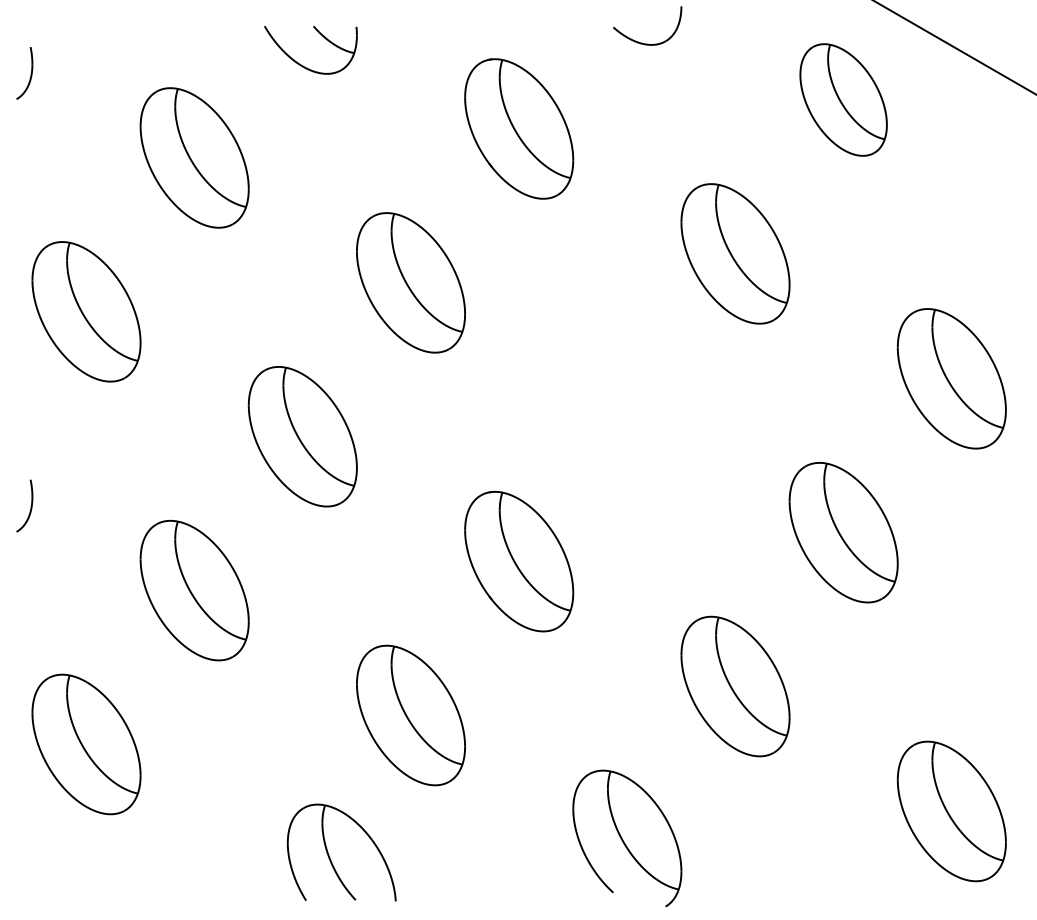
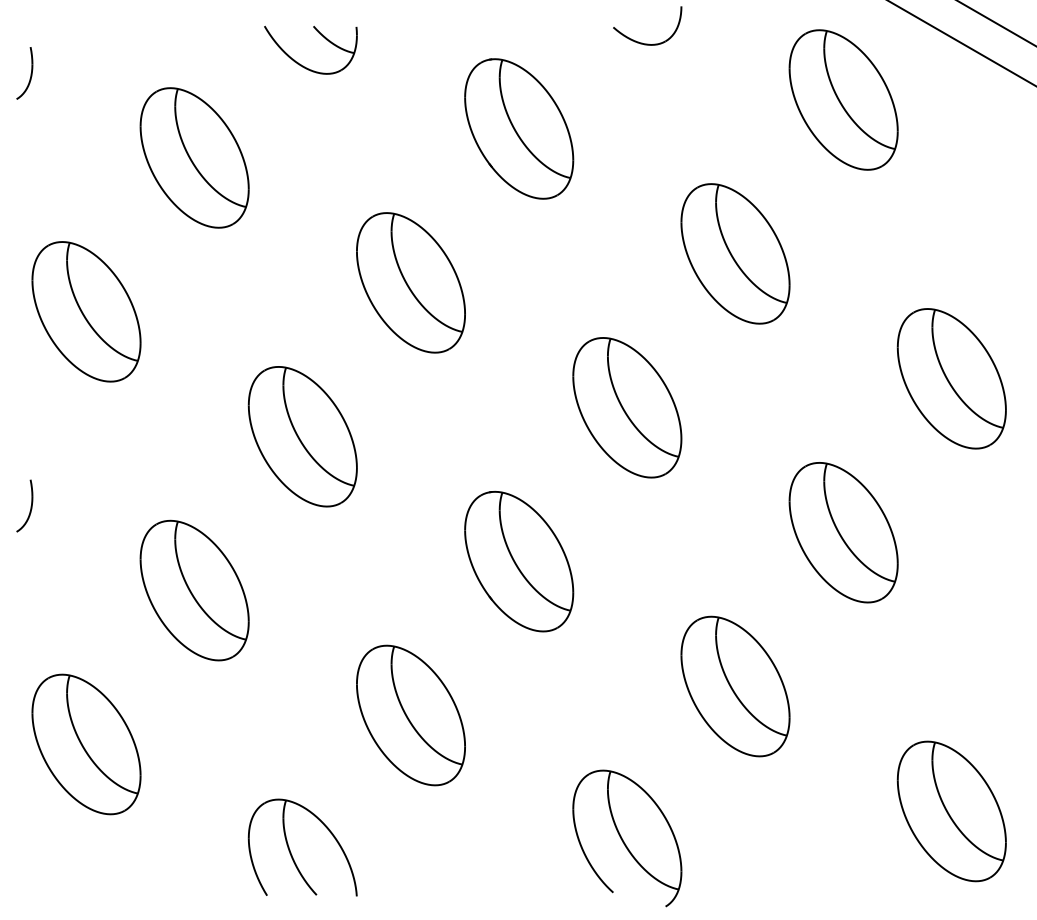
line at (996, 23): none -> present
line at (954, 47) position: (954, 47) -> (961, 43)
part at (843, 99) size: 89x114 px -> 111x142 px
part at (627, 407): none -> present
part at (330, 857) position: (330, 857) -> (291, 852)
